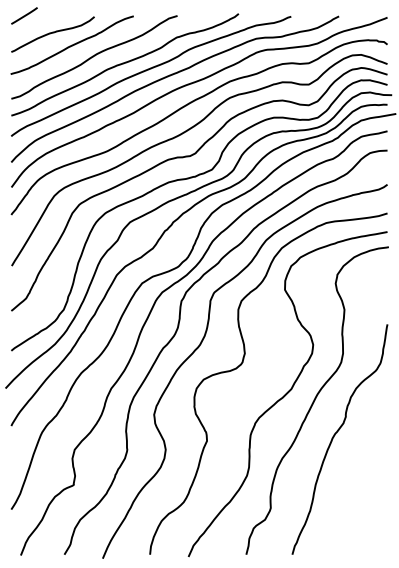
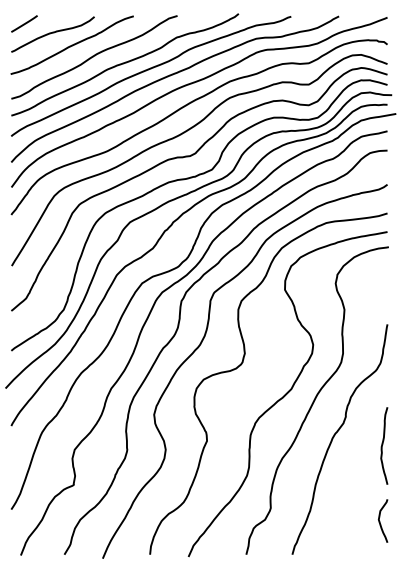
line at (24, 15) position: (24, 15) -> (24, 23)
curve at (383, 444): none -> present
curve at (380, 521): none -> present
